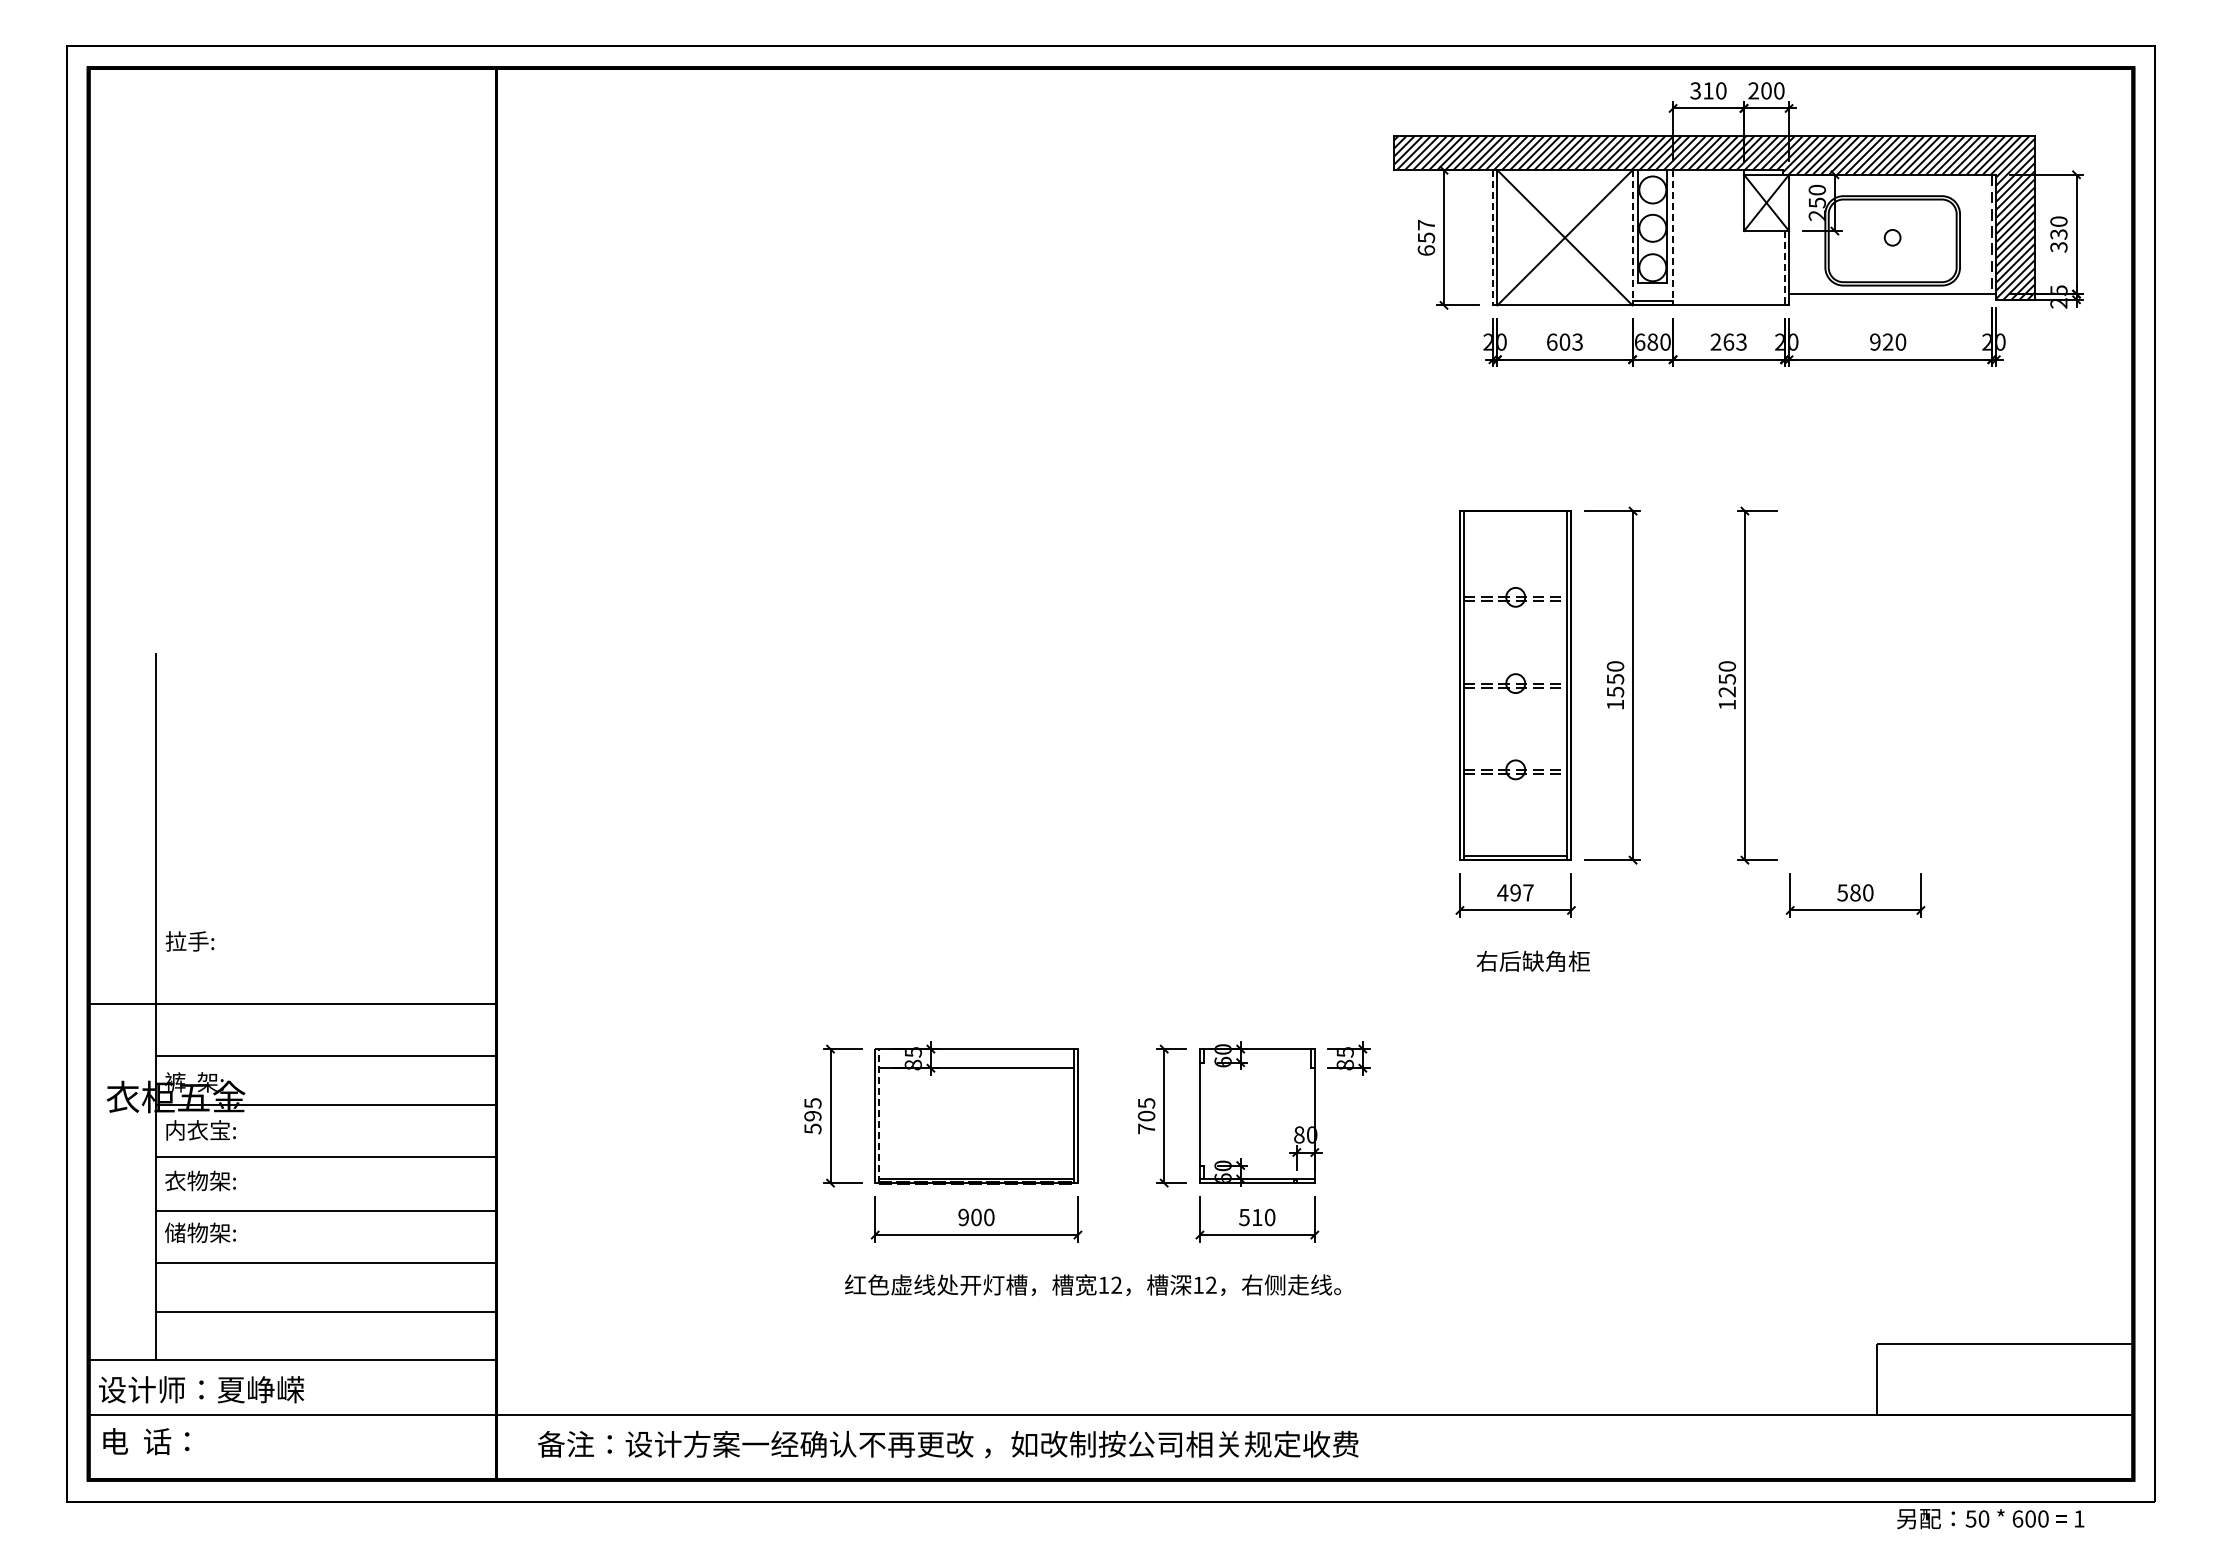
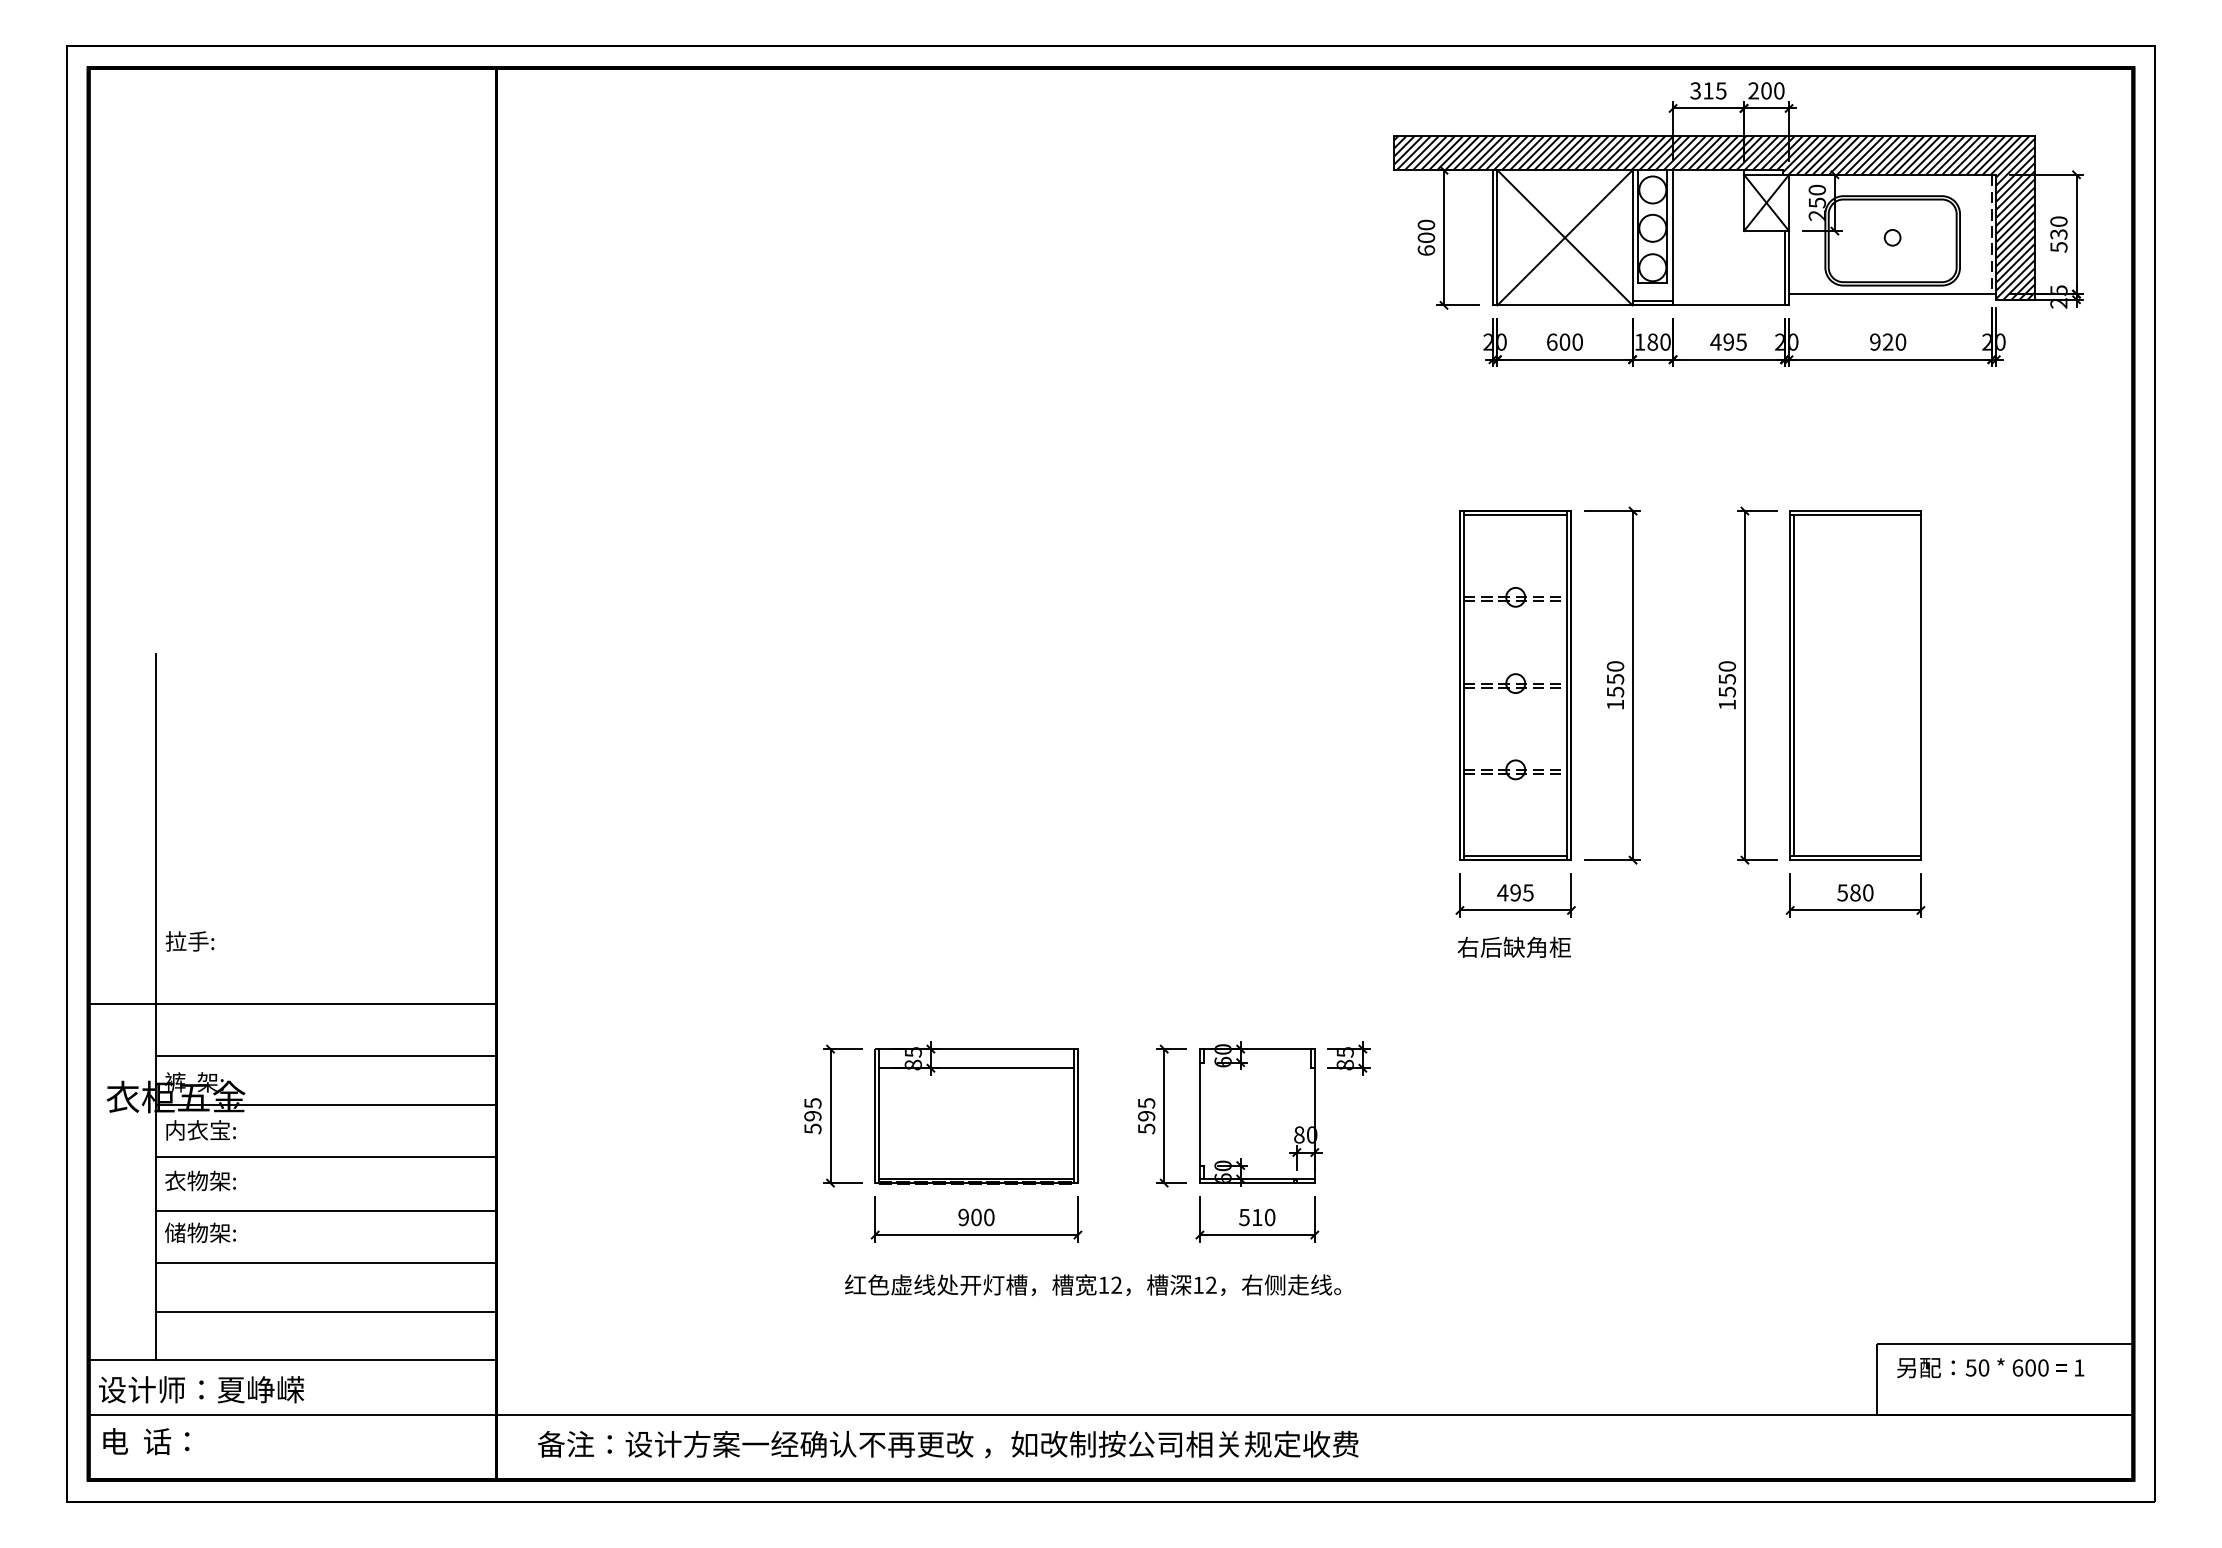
text at (1720, 90): 310 -> 315
text at (1426, 231): 657 -> 600
line at (1492, 237): dashed -> solid
line at (1632, 237): dashed -> solid
line at (1673, 237): dashed -> solid
text at (2058, 247): 330 -> 530
line at (1784, 268): dashed -> solid
text at (1577, 341): 603 -> 600
text at (1640, 341): 680 -> 180
text at (1728, 341): 263 -> 495
line at (1515, 515): none -> present
part at (1855, 685): none -> present
text at (1727, 691): 1250 -> 1550
text at (1528, 892): 497 -> 495
text at (1532, 960) position: (1532, 960) -> (1513, 946)
line at (879, 1115): dashed -> solid
text at (1146, 1122): 705 -> 595
text at (1990, 1519) position: (1990, 1519) -> (1990, 1368)
